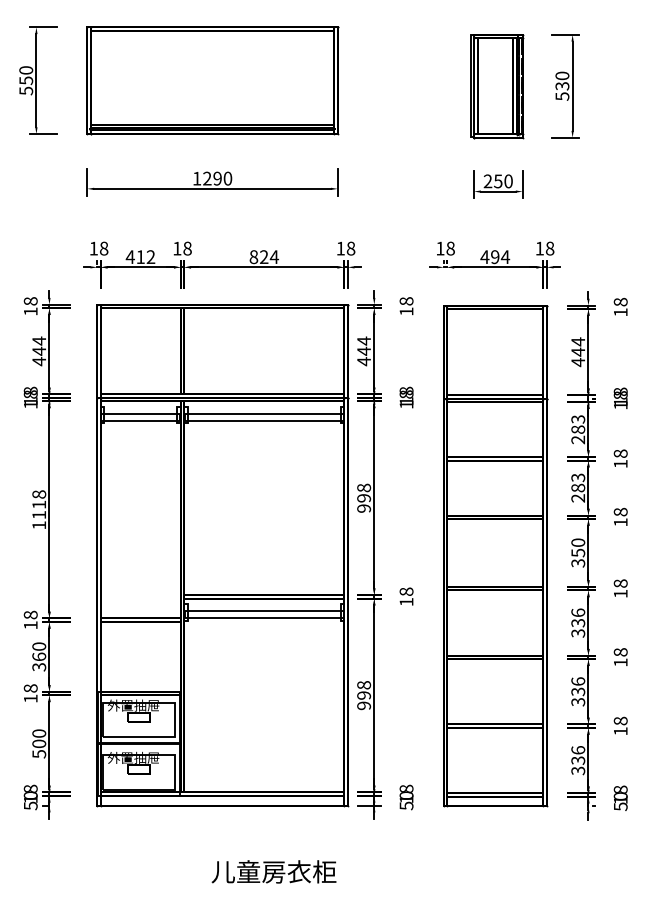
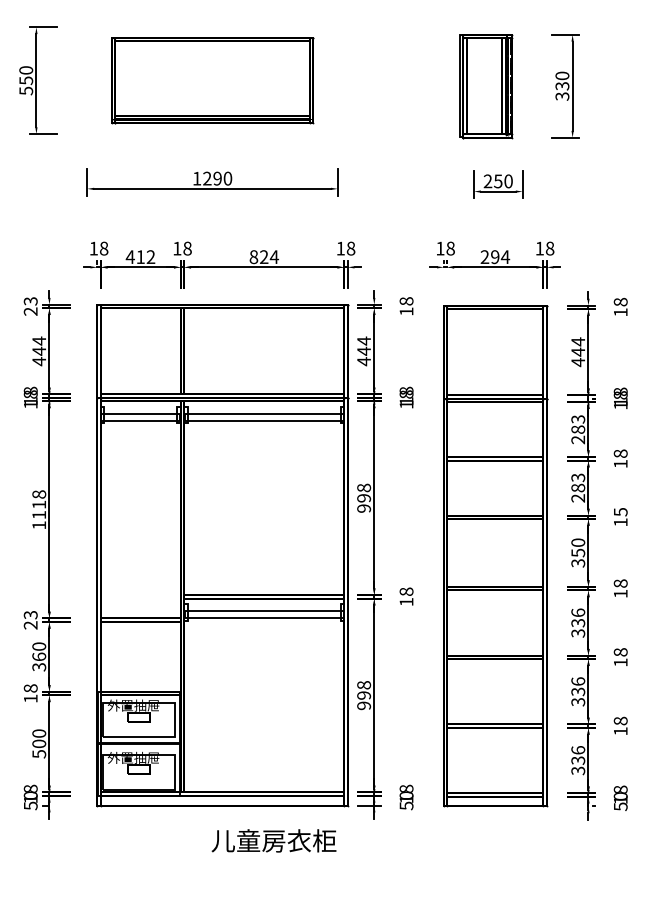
part at (212, 80) size: 254x110 px -> 204x88 px
part at (497, 86) position: (497, 86) -> (486, 86)
text at (561, 96): 530 -> 330
text at (484, 256): 494 -> 294
text at (30, 306): 18 -> 23
text at (620, 511): 18 -> 15
text at (30, 619): 18 -> 23
text at (273, 871) position: (273, 871) -> (273, 840)
